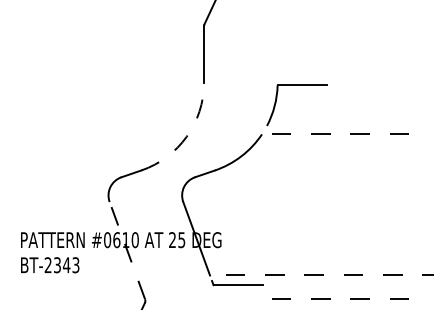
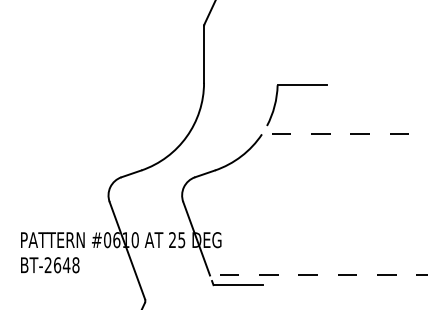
arc at (186, 136): dashed -> solid
line at (127, 250): dashed -> solid
text at (66, 265): BT-2343 -> BT-2648
line at (323, 274) position: (323, 274) -> (317, 274)
line at (330, 298): present -> none
